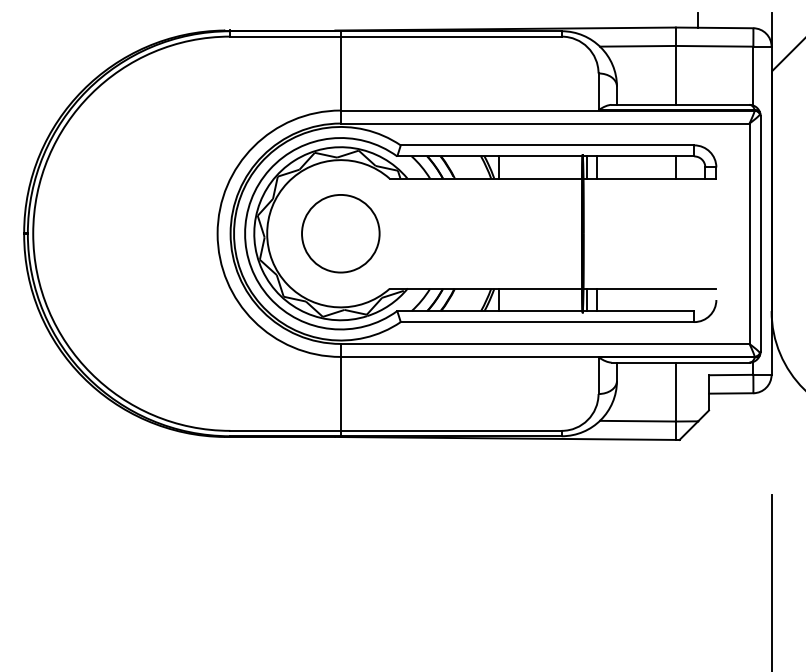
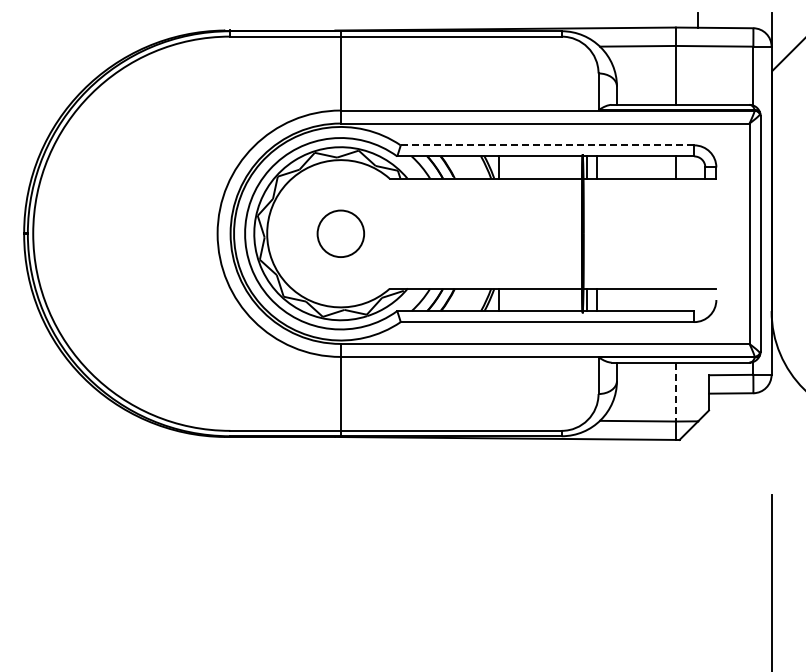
line at (547, 145): solid -> dashed
circle at (340, 233) size: 80x80 px -> 50x49 px
line at (675, 392): solid -> dashed
